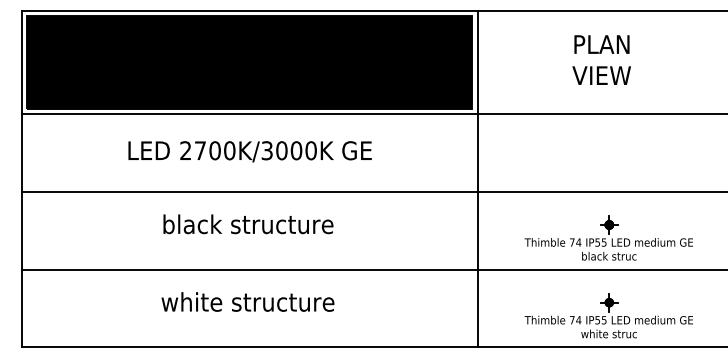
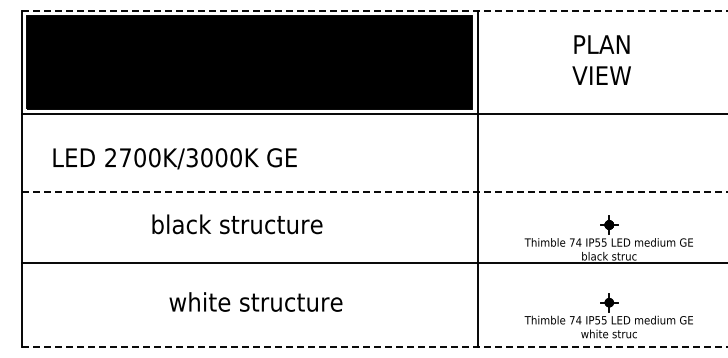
line at (374, 10): solid -> dashed
text at (249, 151) position: (249, 151) -> (174, 158)
line at (374, 191): solid -> dashed
text at (248, 224) position: (248, 224) -> (237, 224)
line at (372, 269) position: (372, 269) -> (372, 262)
text at (247, 301) position: (247, 301) -> (255, 301)
line at (374, 347): solid -> dashed
